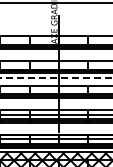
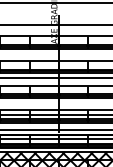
line at (55, 24): none -> present
line at (56, 78): dashed -> solid
line at (55, 130): none -> present
